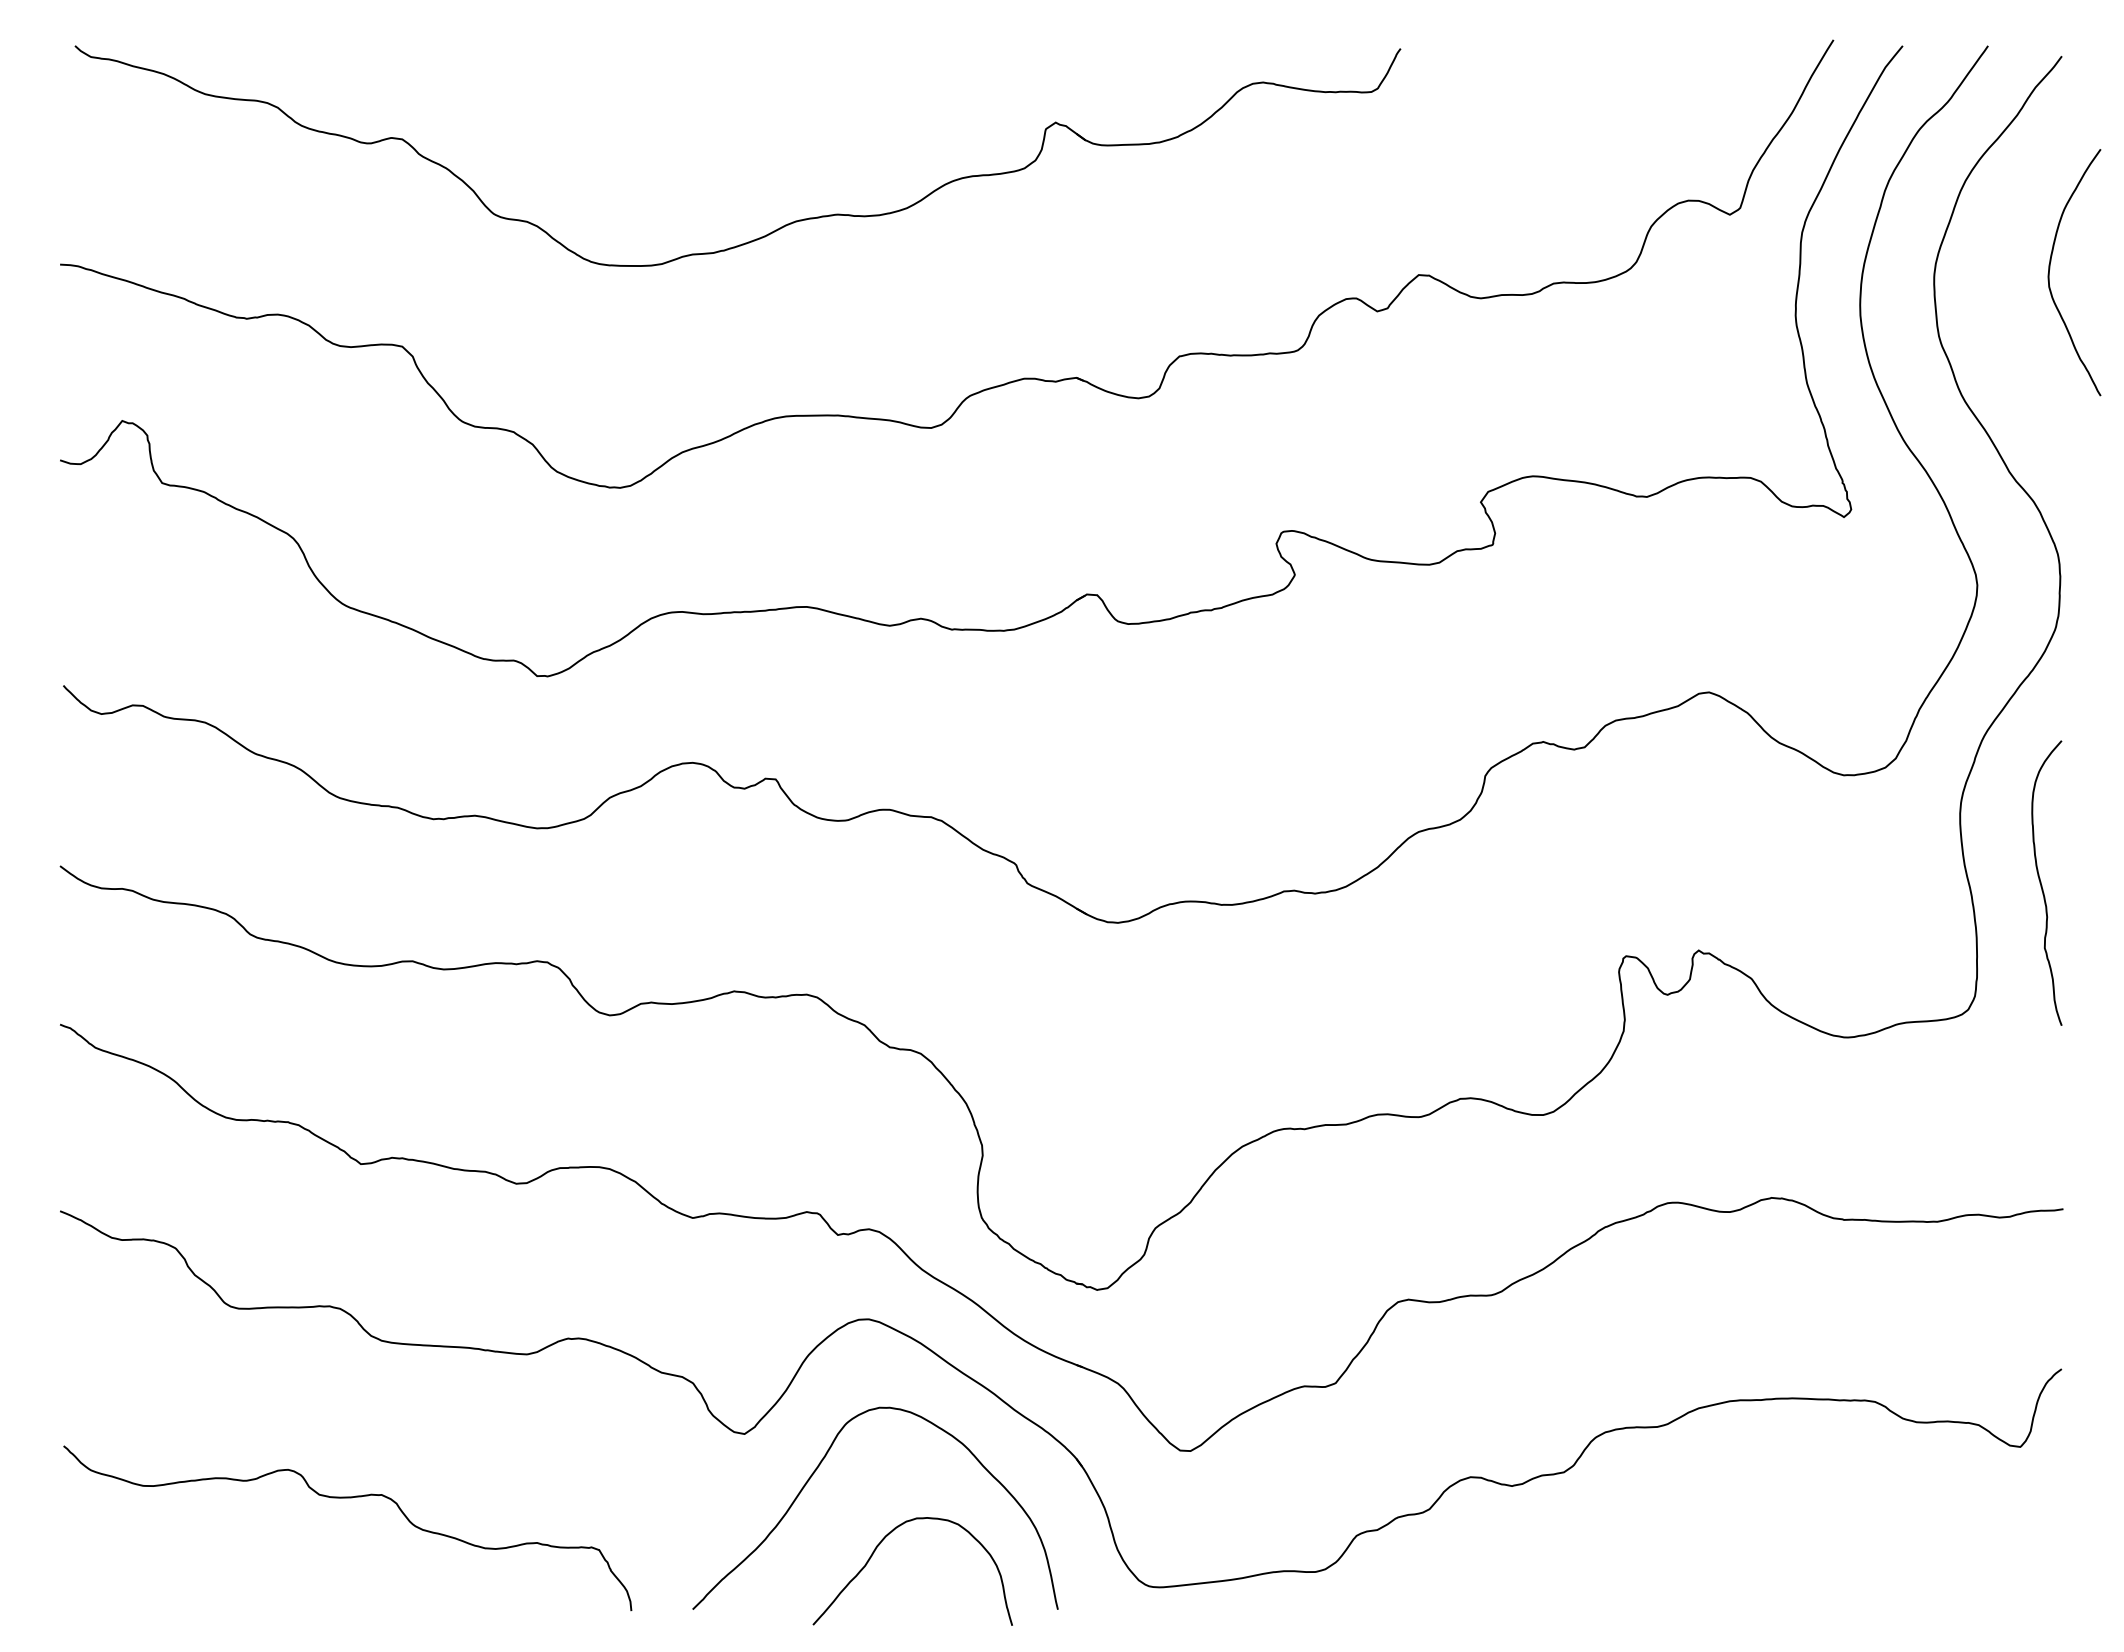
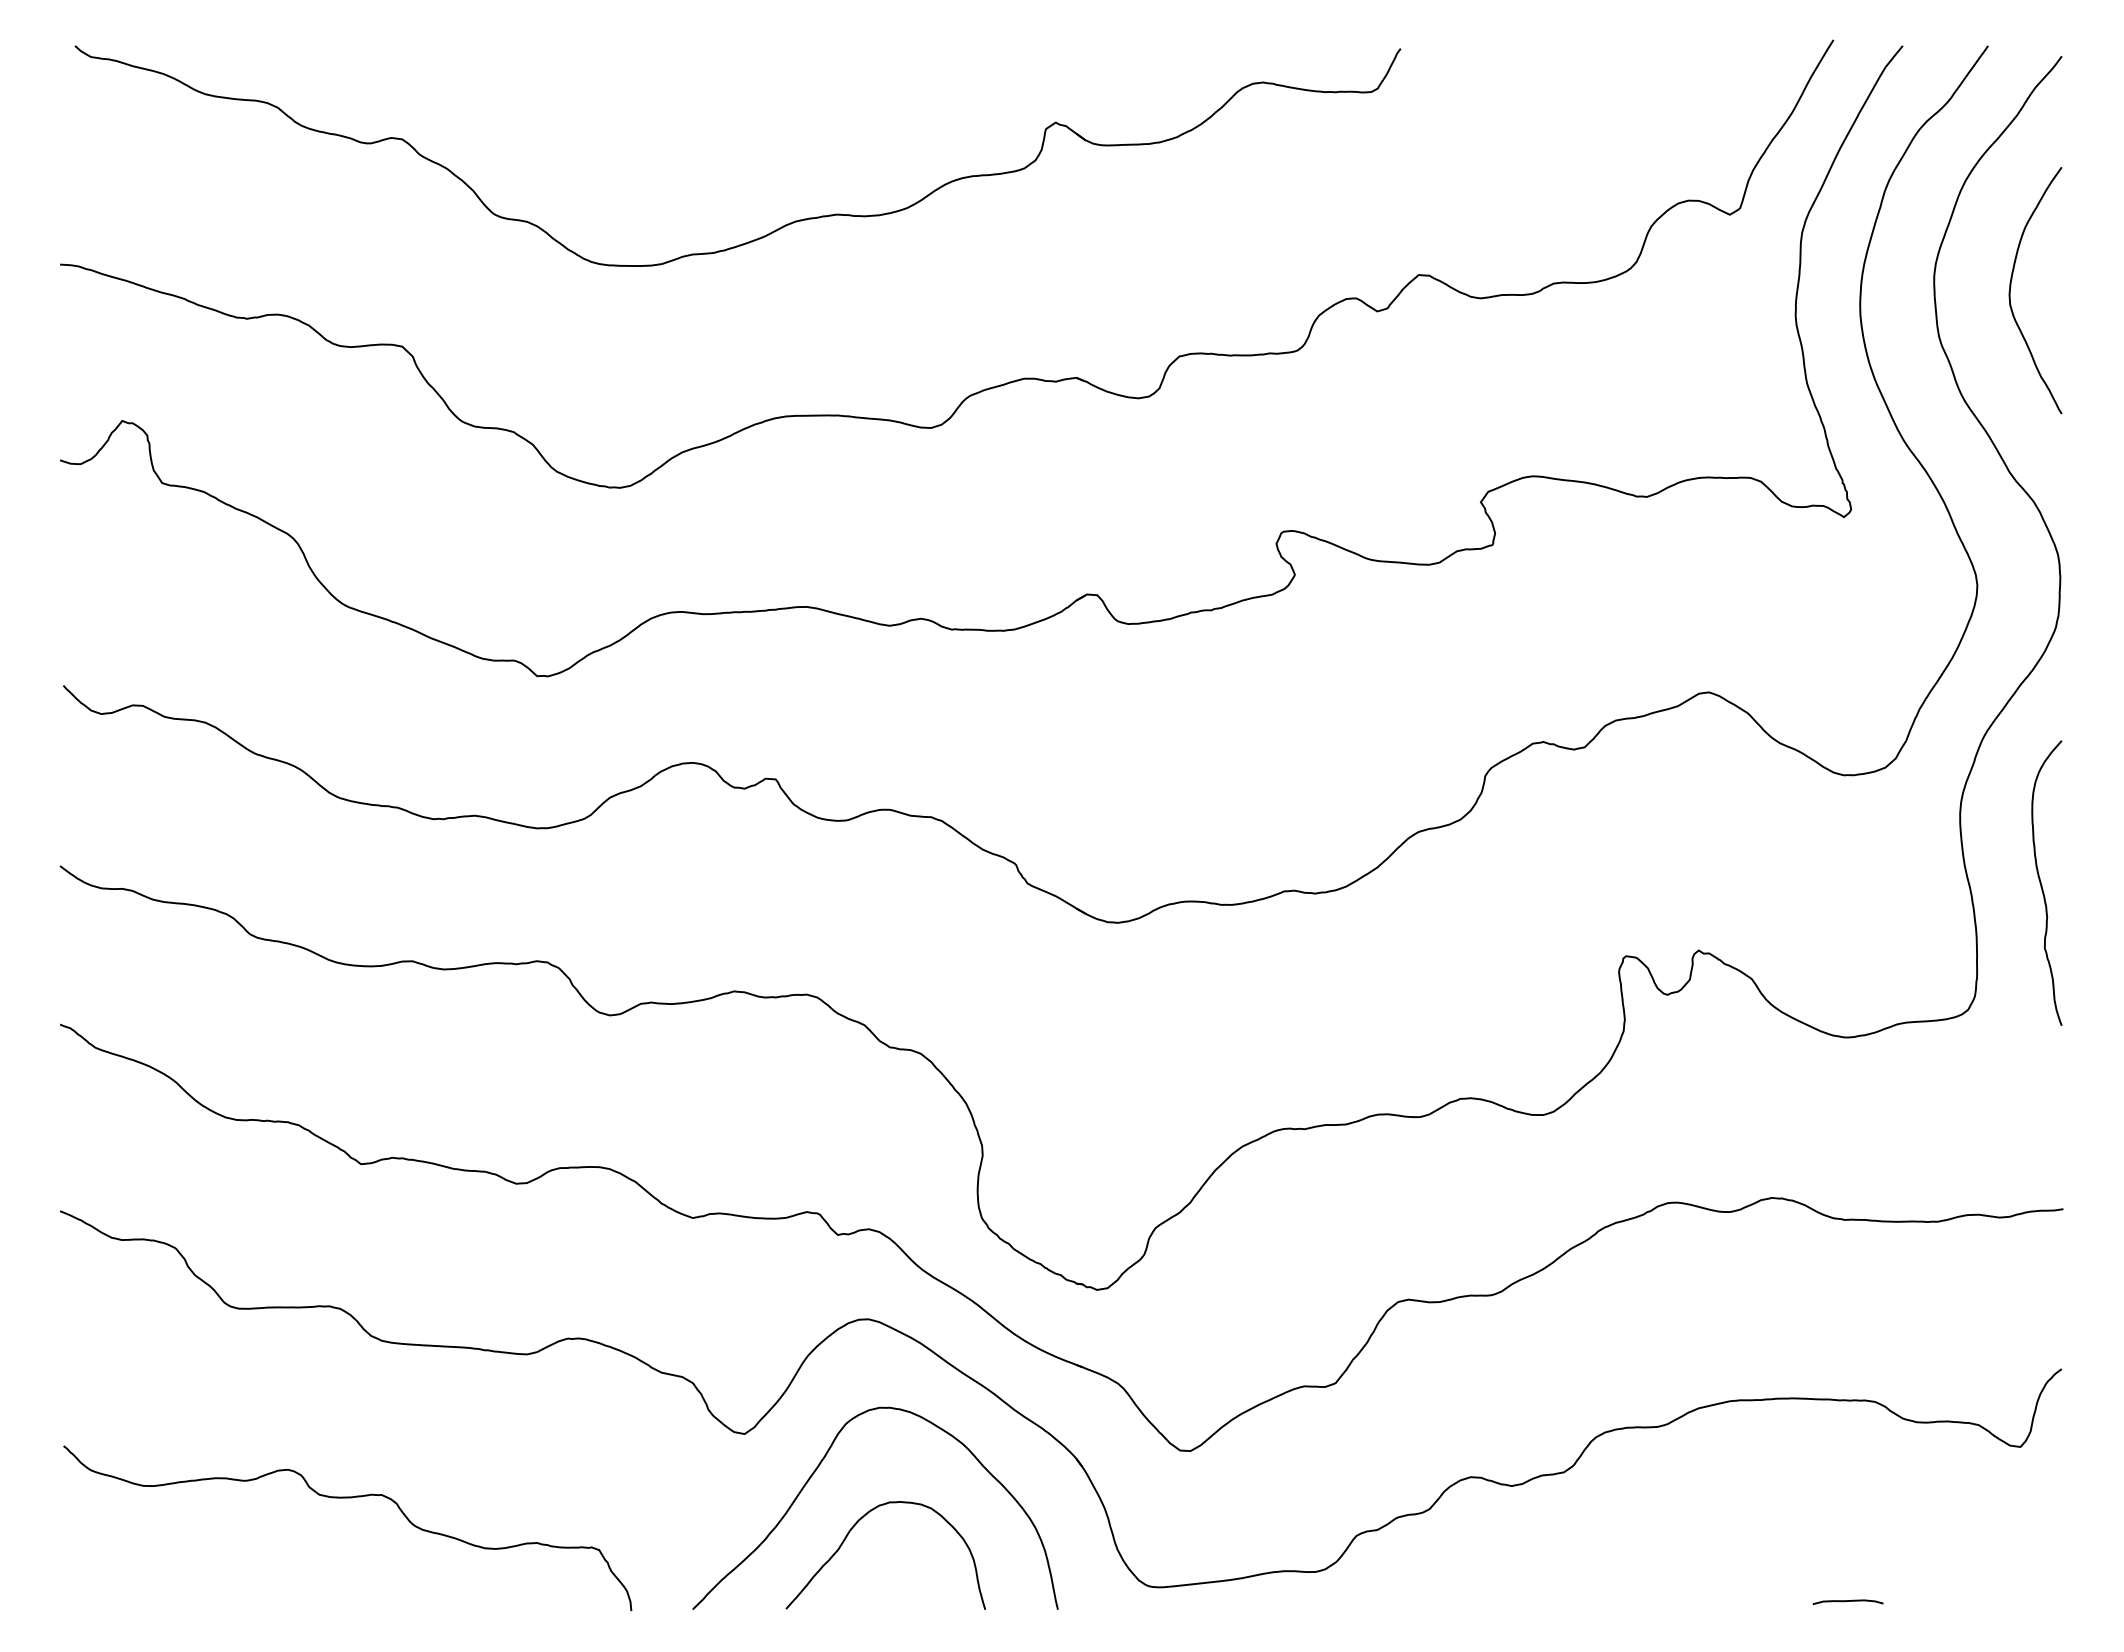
curve at (2050, 269) position: (2050, 269) -> (2011, 287)
curve at (880, 1544) position: (880, 1544) -> (853, 1528)
curve at (1847, 1601): none -> present
